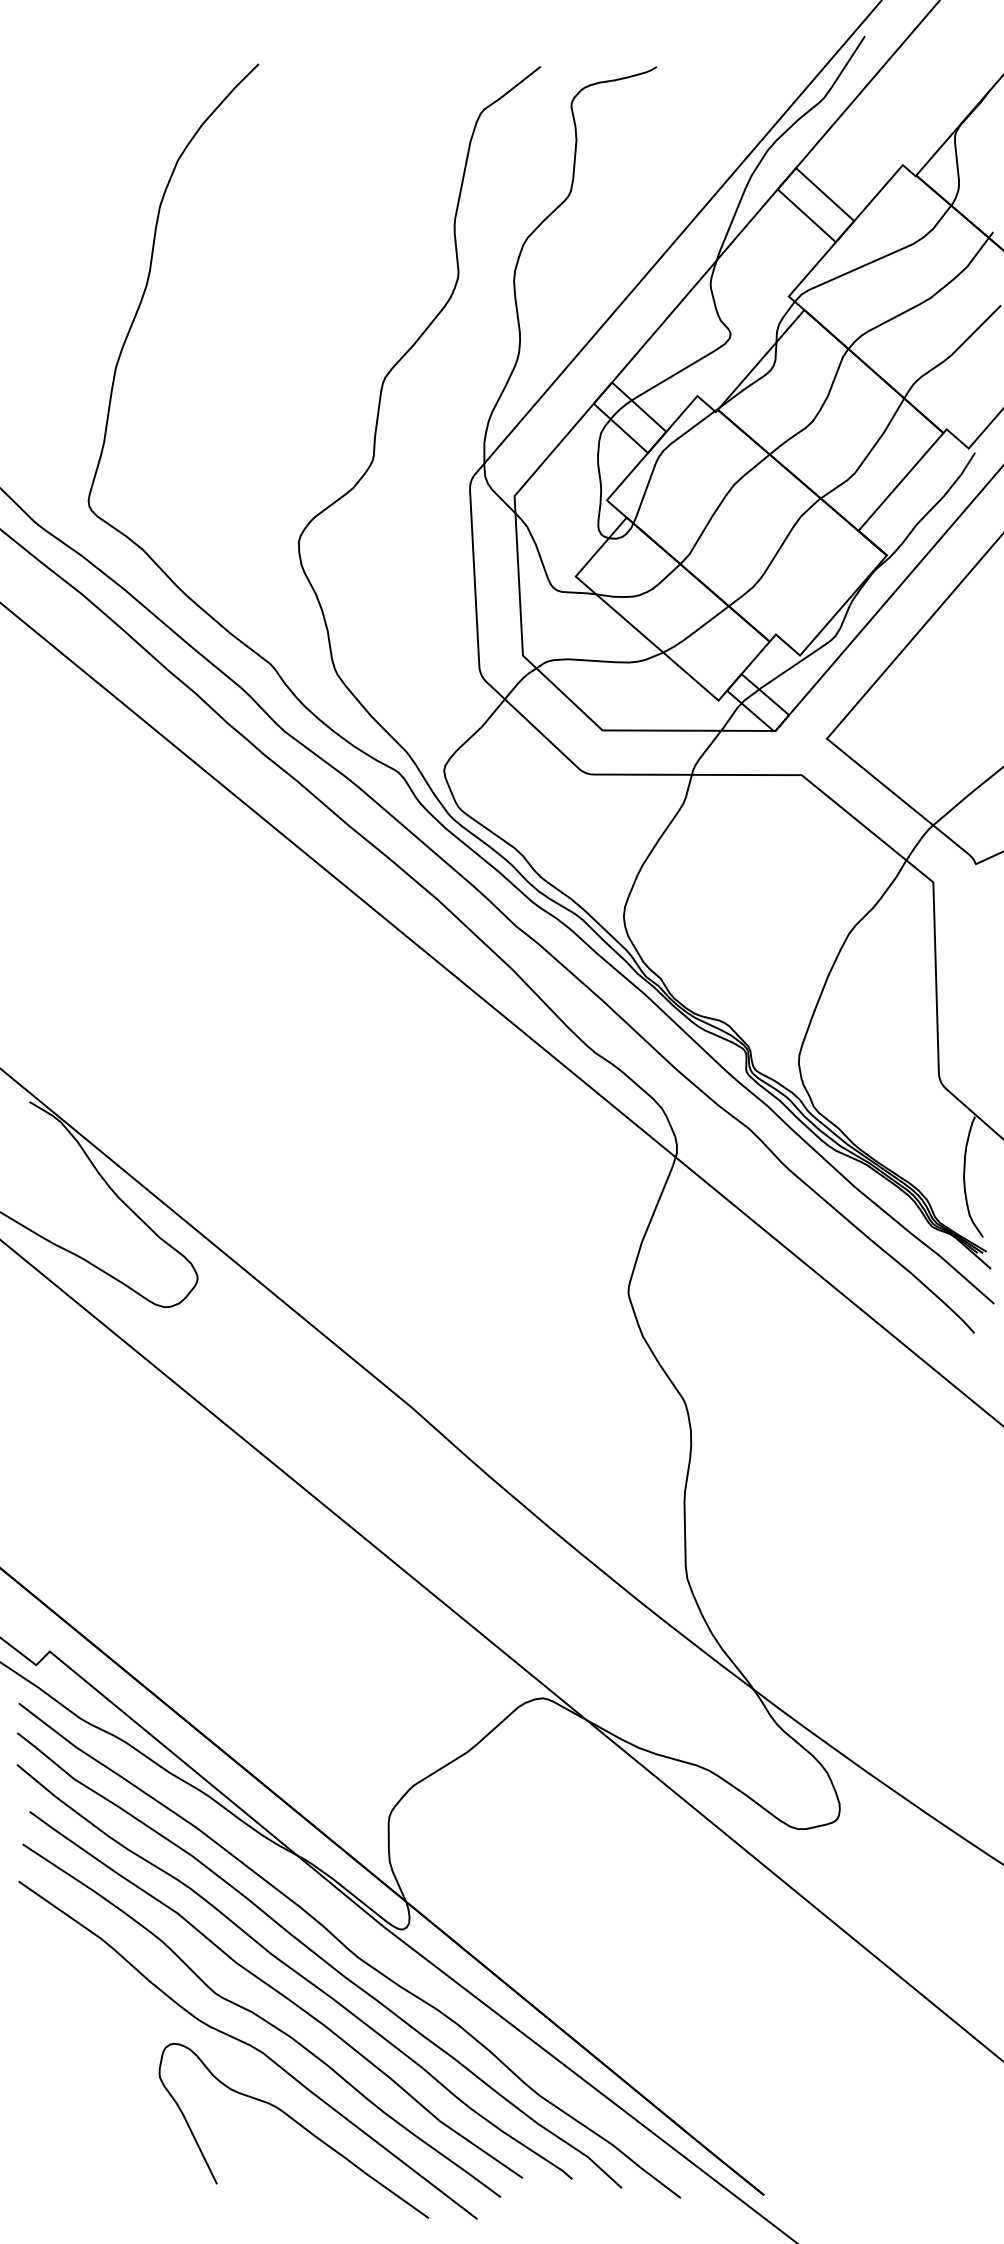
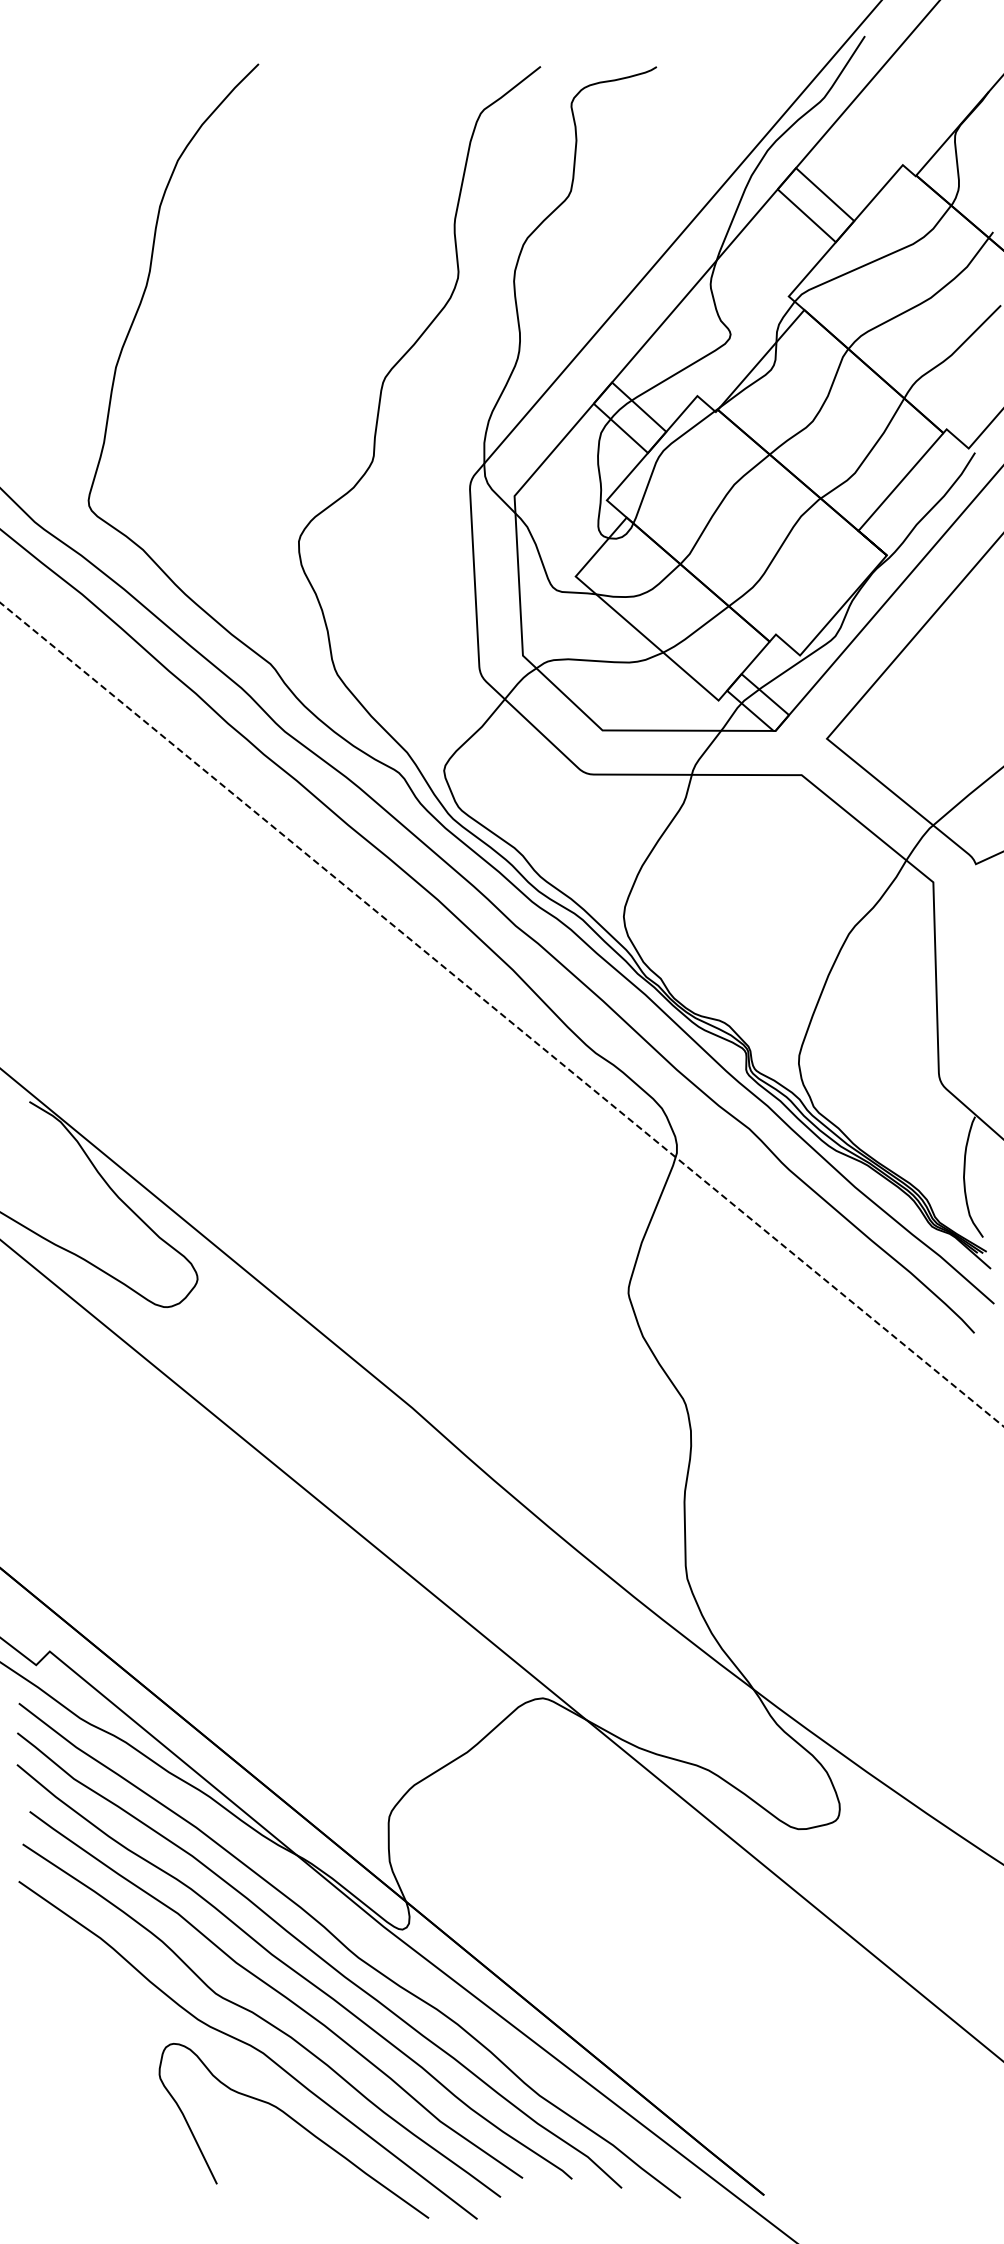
line at (501, 1014): solid -> dashed
